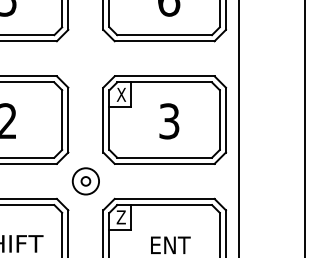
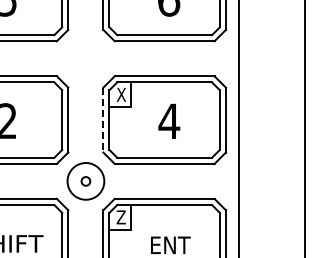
line at (103, 120): solid -> dashed
text at (169, 121): 3 -> 4
circle at (85, 181) diameter: 26 px -> 37 px
